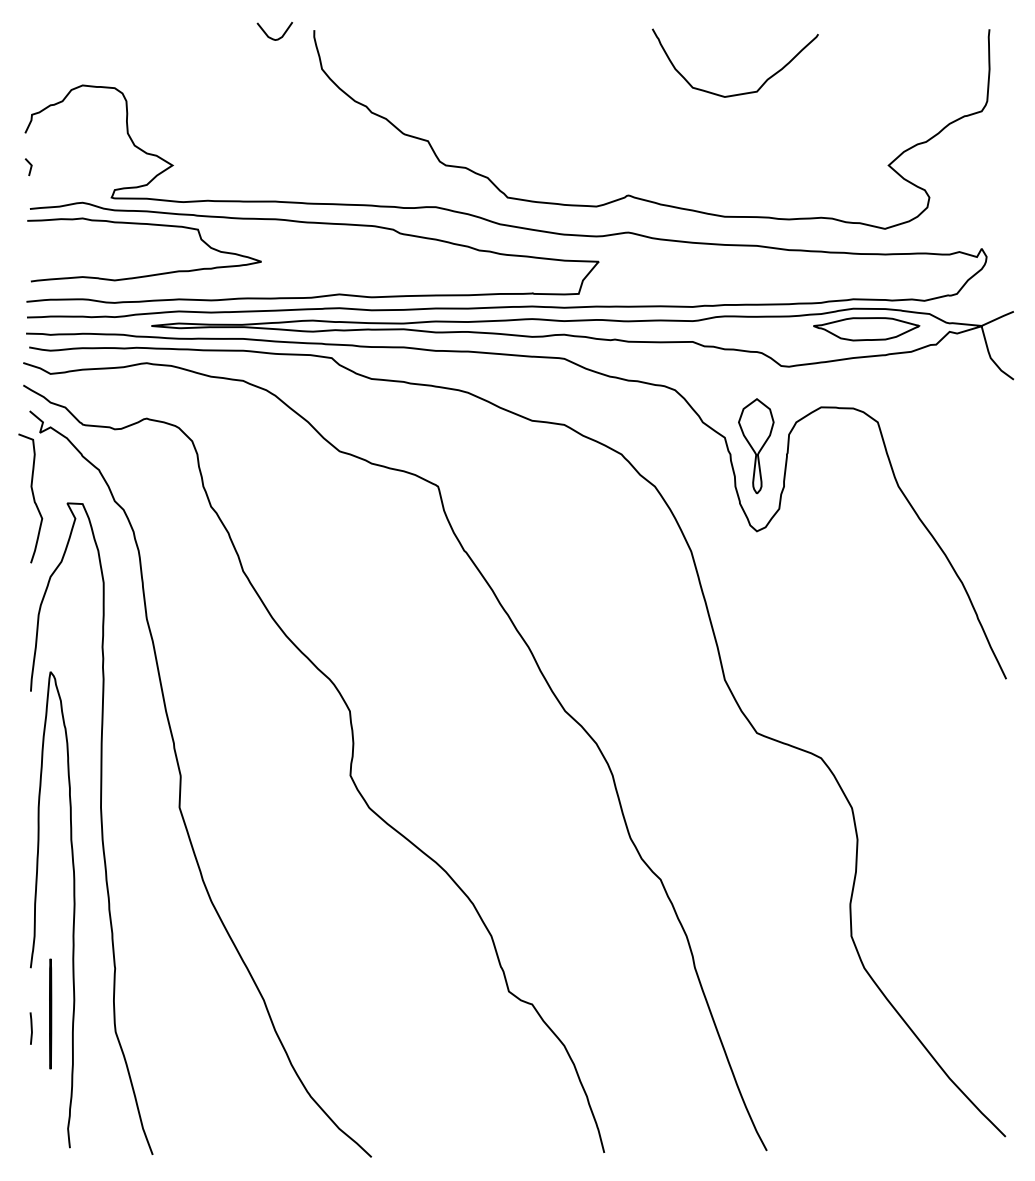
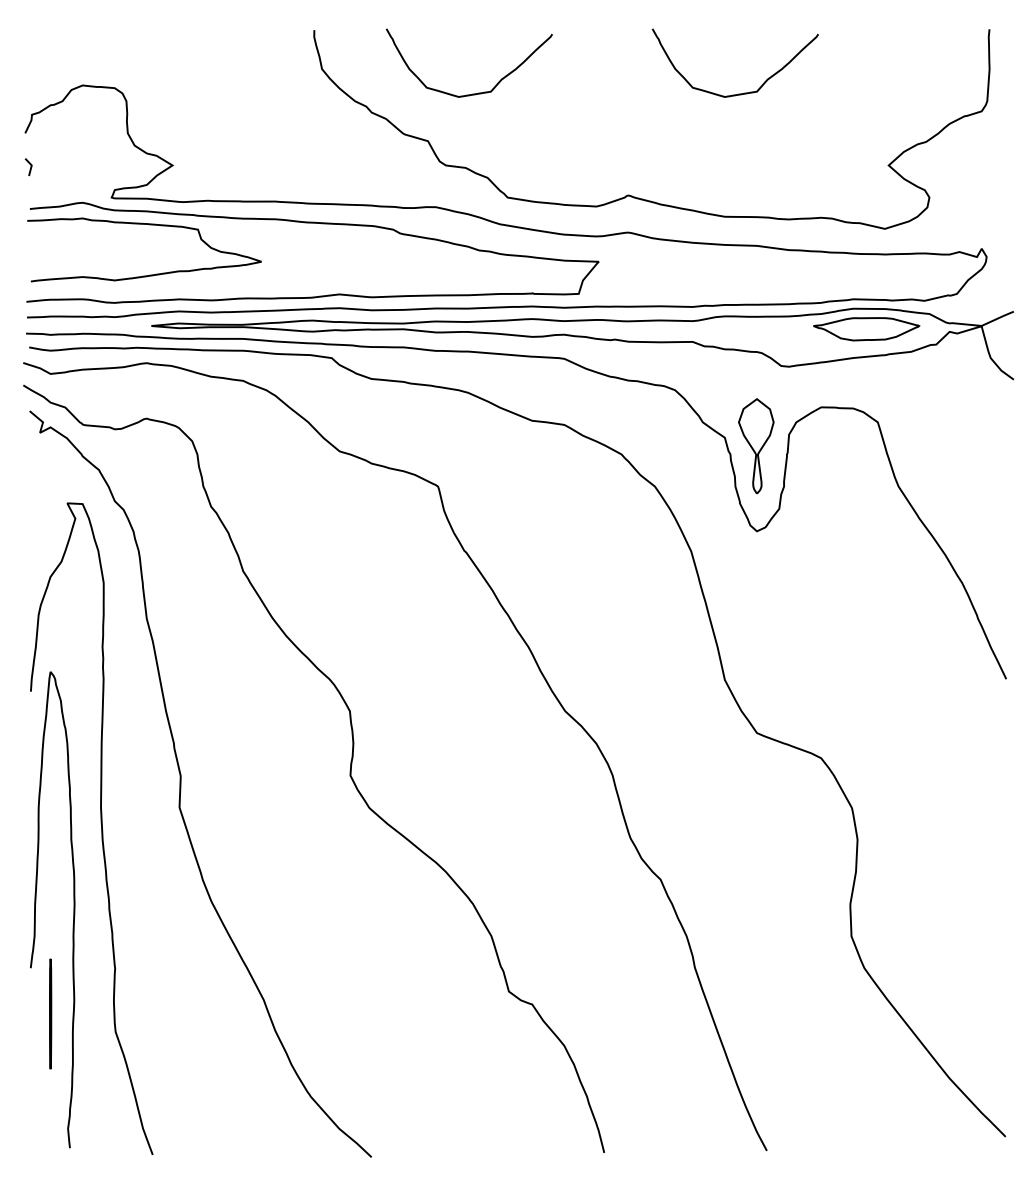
curve at (271, 37): present -> none
curve at (472, 93): none -> present
curve at (32, 497): present -> none
line at (30, 1028): present -> none
